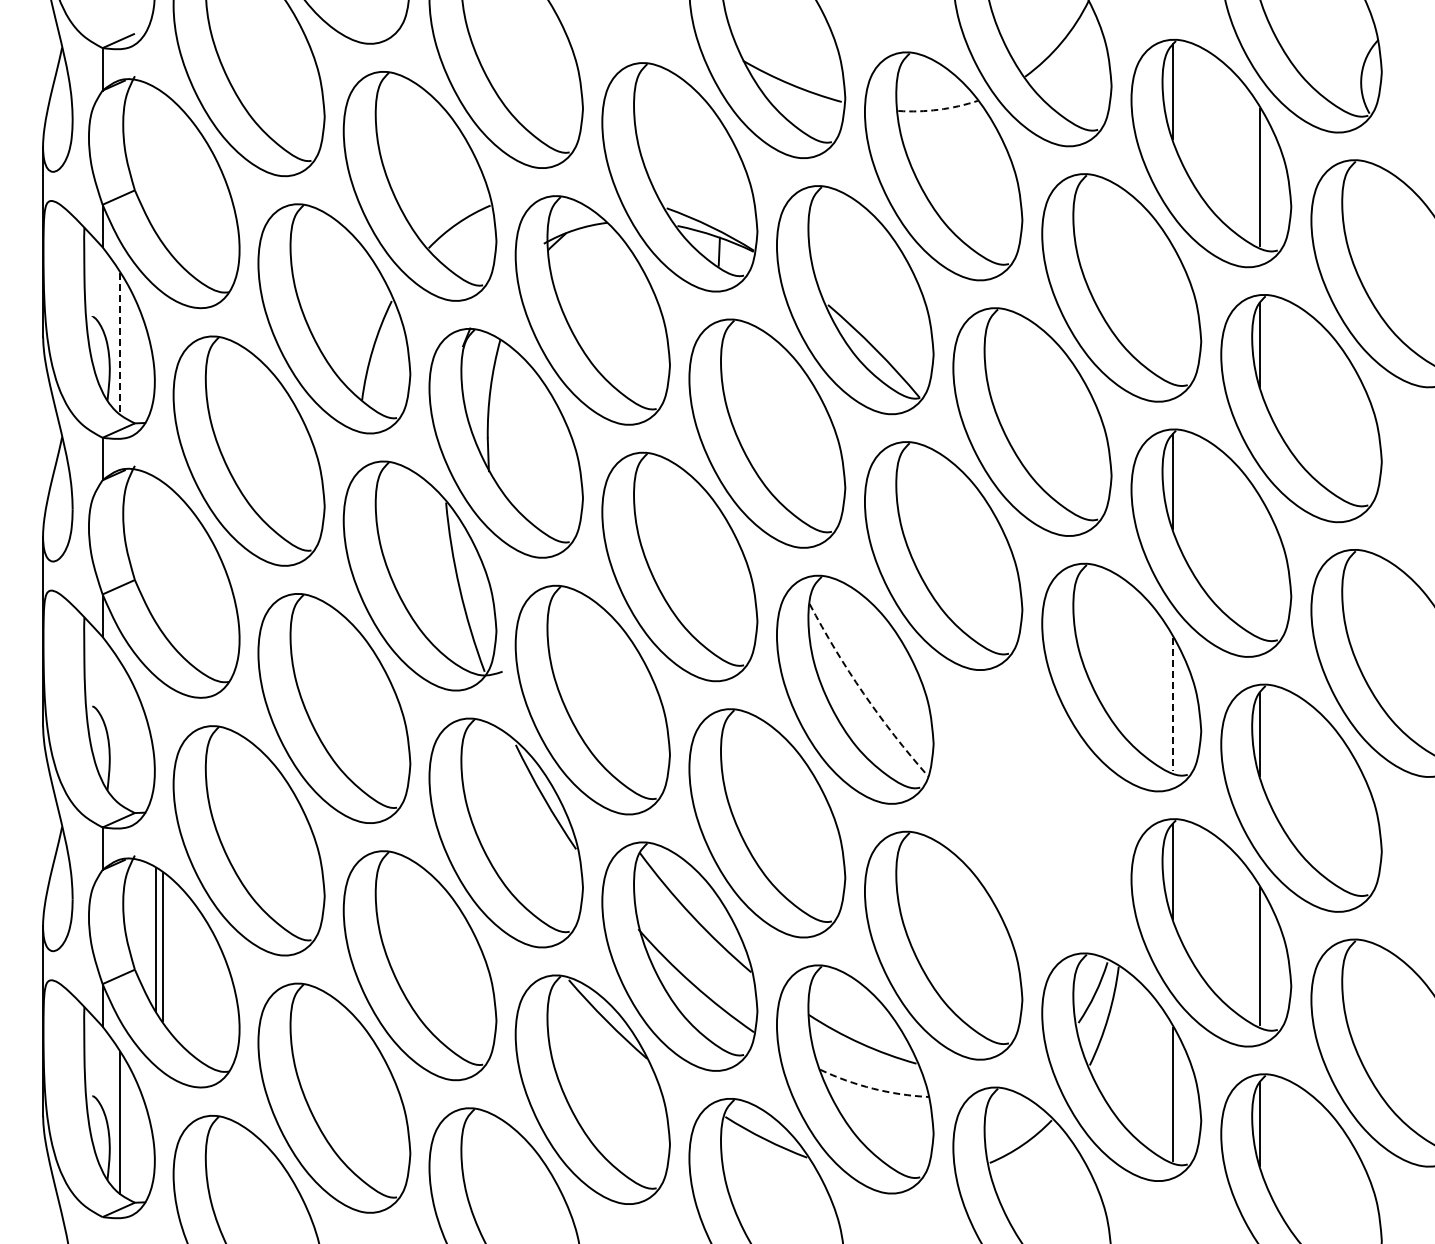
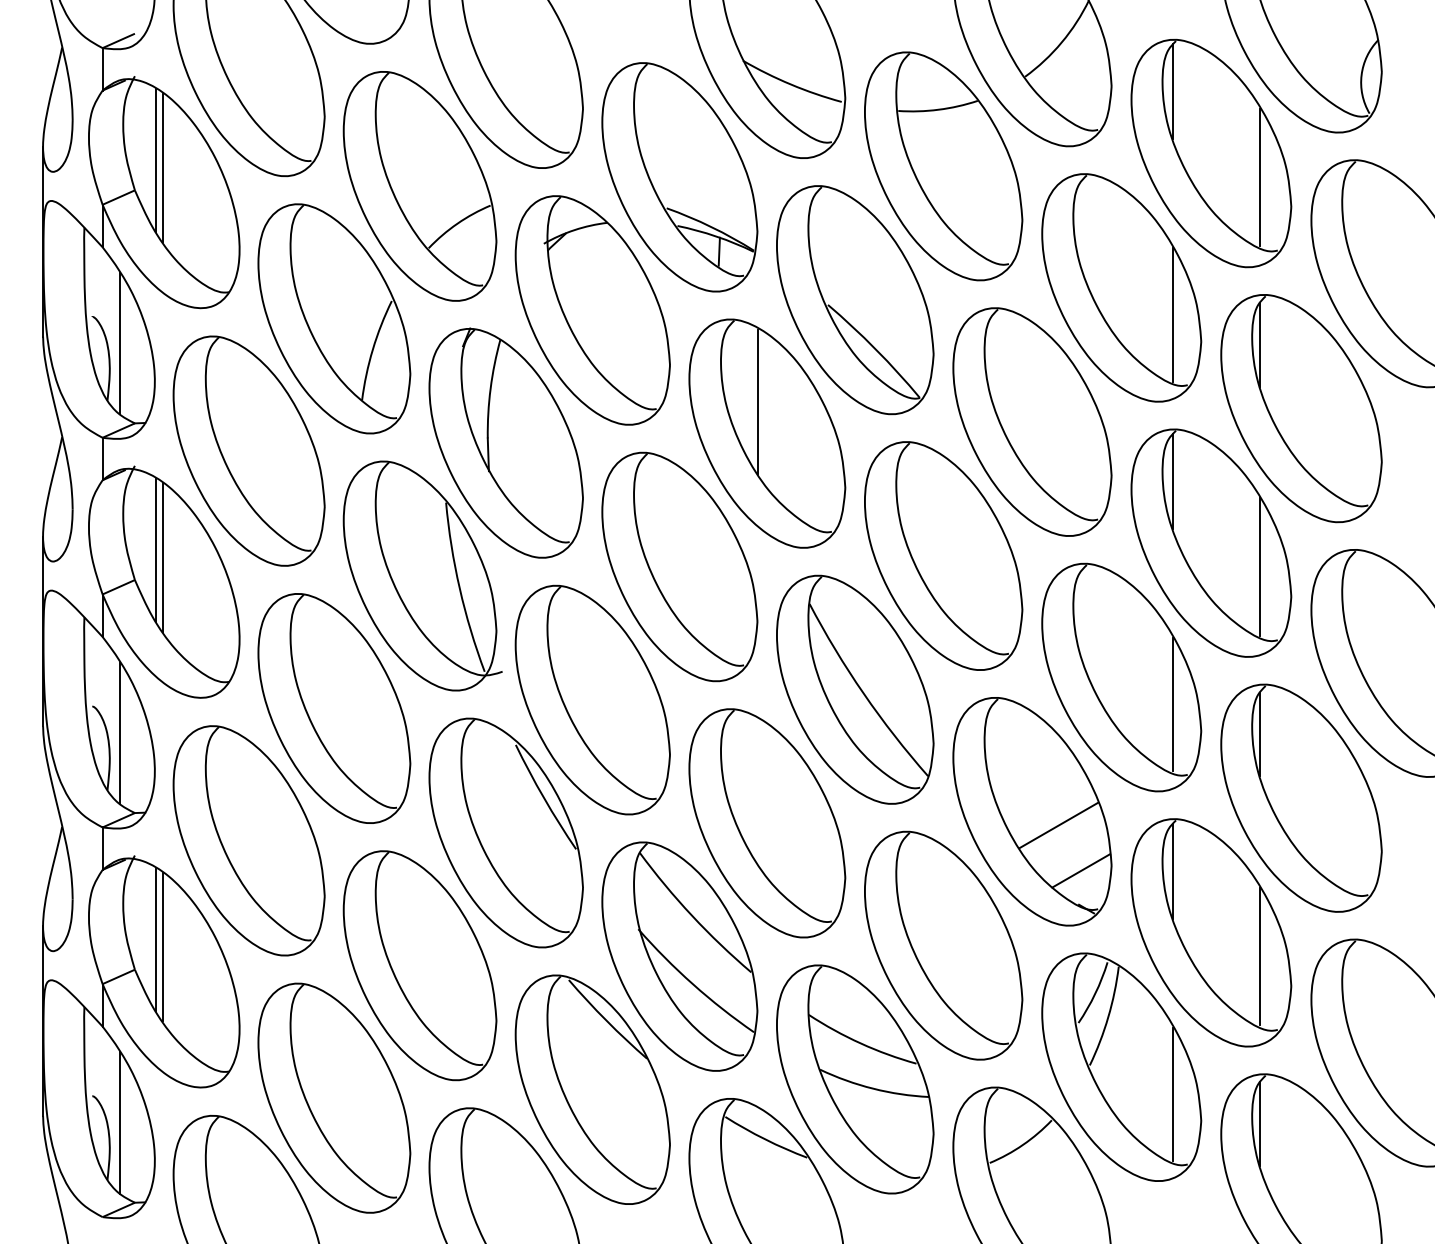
arc at (938, 109): dashed -> solid
line at (155, 160): none -> present
line at (163, 167): none -> present
line at (1173, 314): none -> present
line at (119, 343): dashed -> solid
line at (758, 401): none -> present
line at (155, 550): none -> present
line at (163, 557): none -> present
line at (1259, 566): none -> present
arc at (863, 693): dashed -> solid
line at (1173, 704): dashed -> solid
line at (119, 733): none -> present
part at (1032, 811): none -> present
arc at (873, 1088): dashed -> solid
